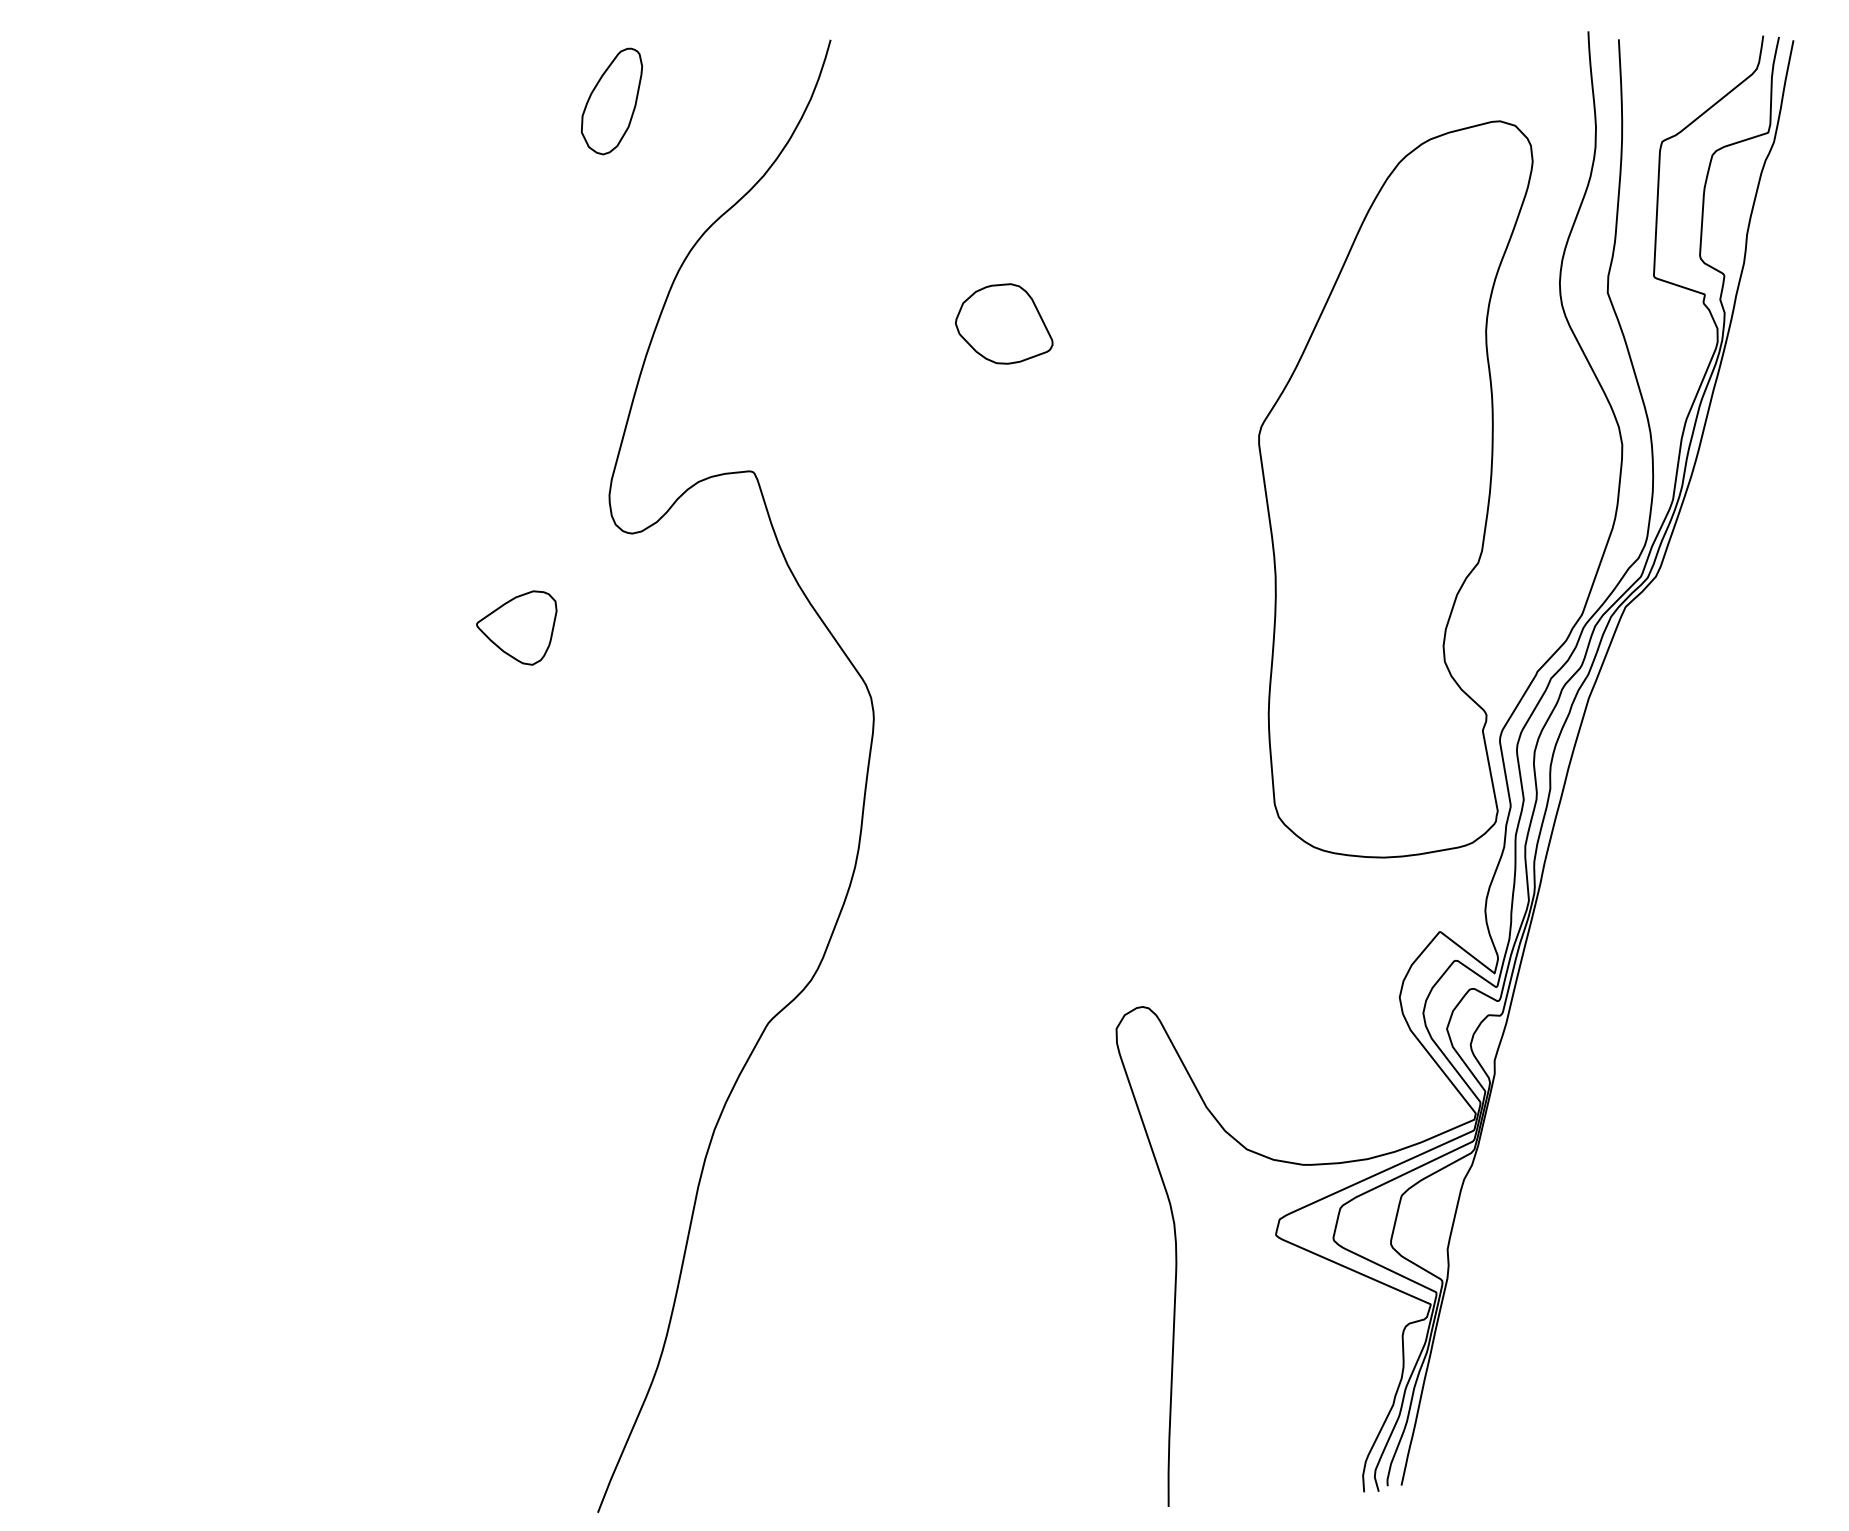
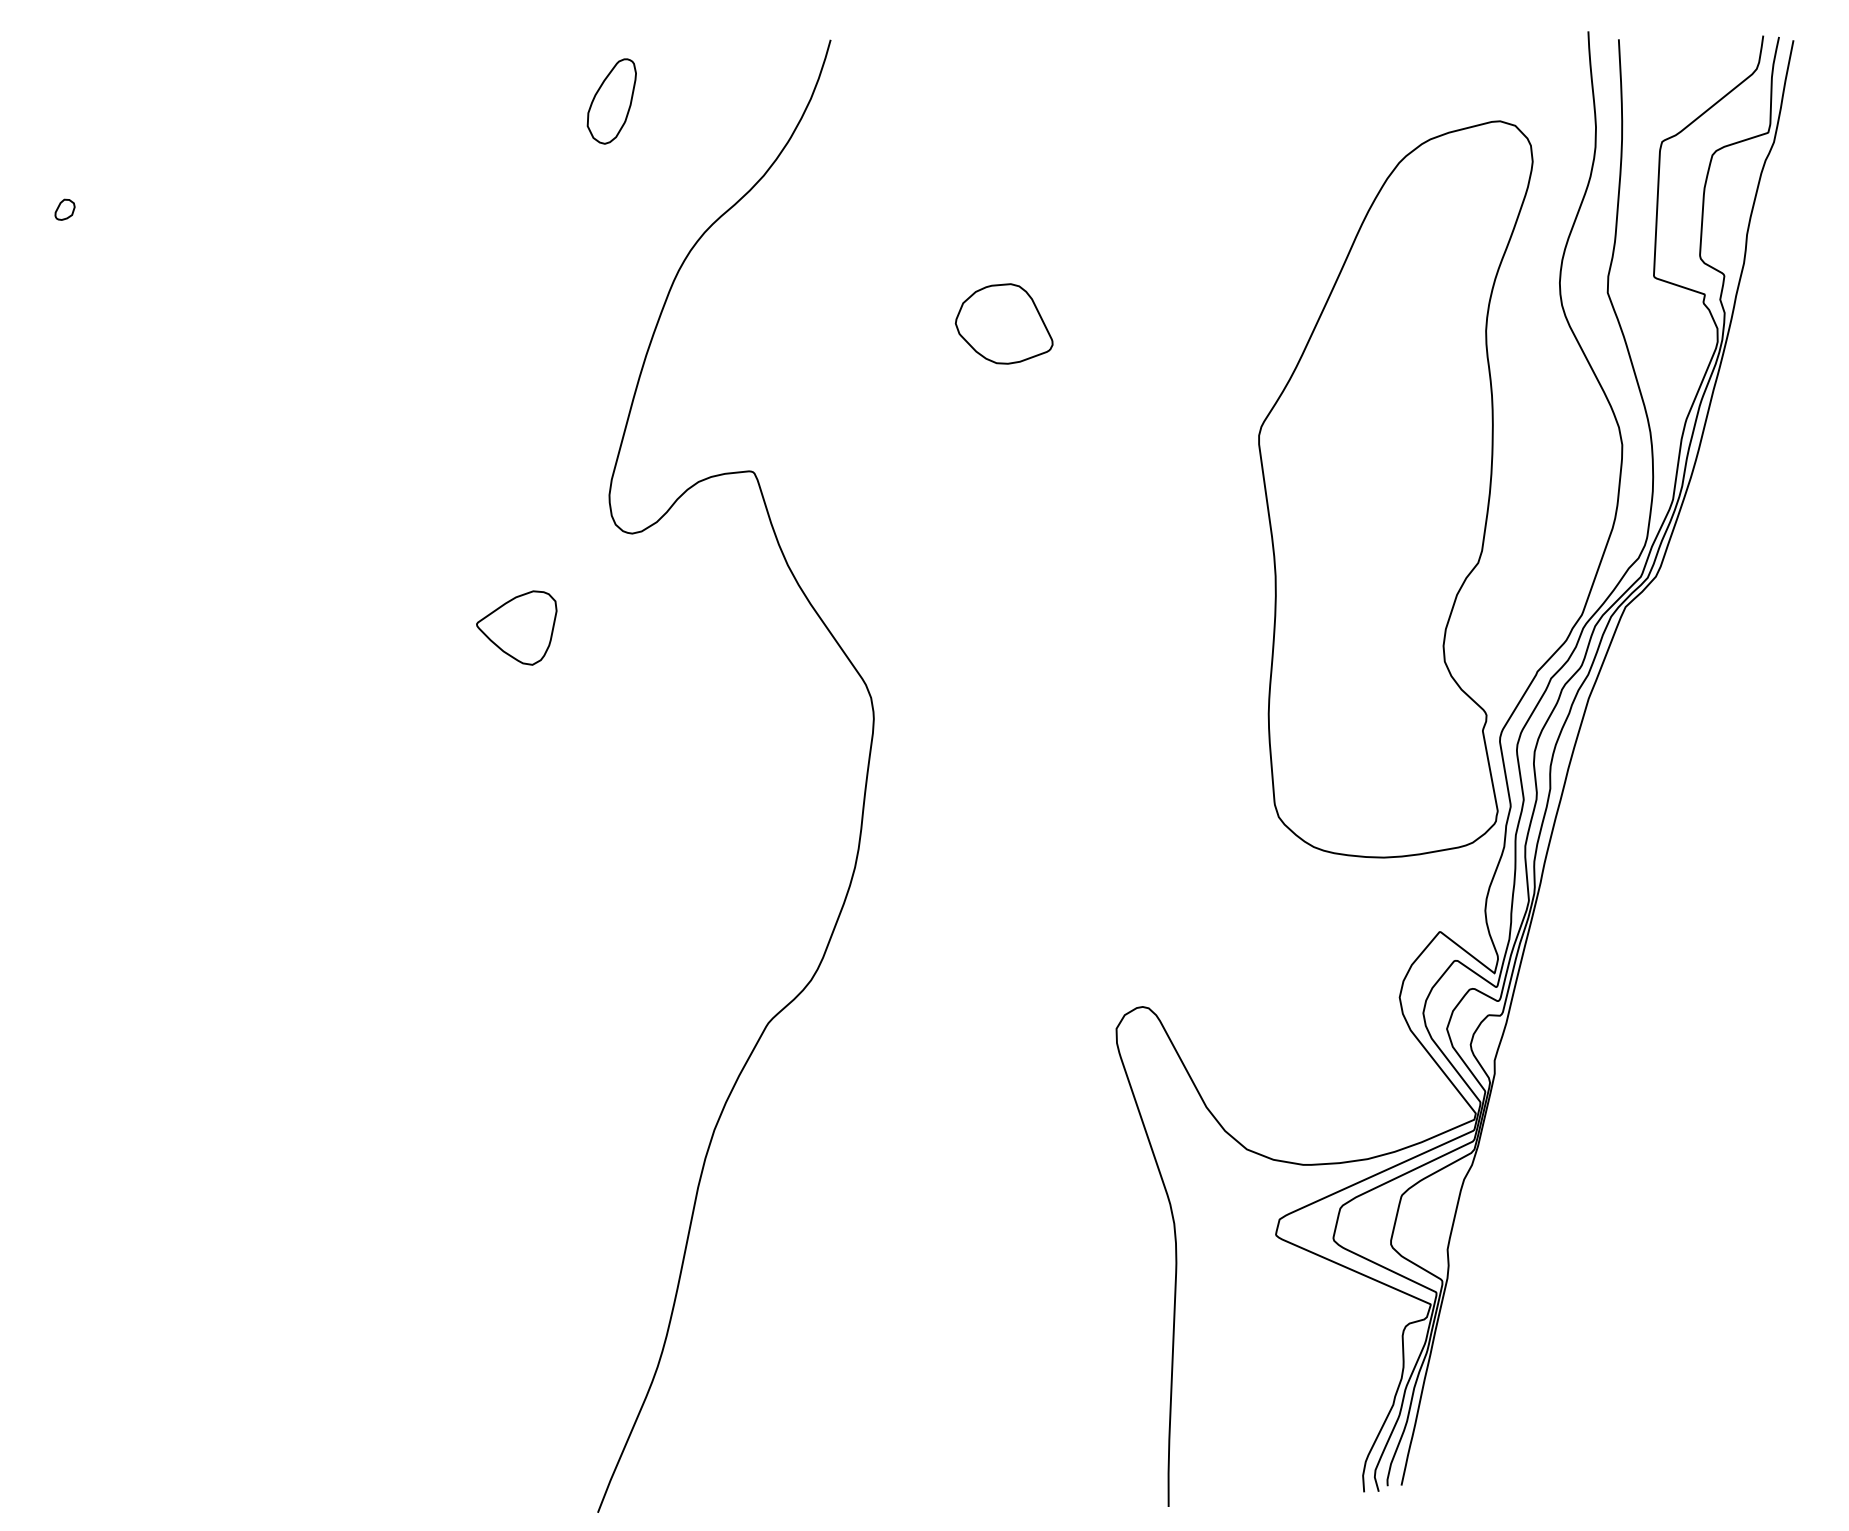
part at (611, 101) size: 64x109 px -> 51x87 px
part at (64, 209): none -> present
